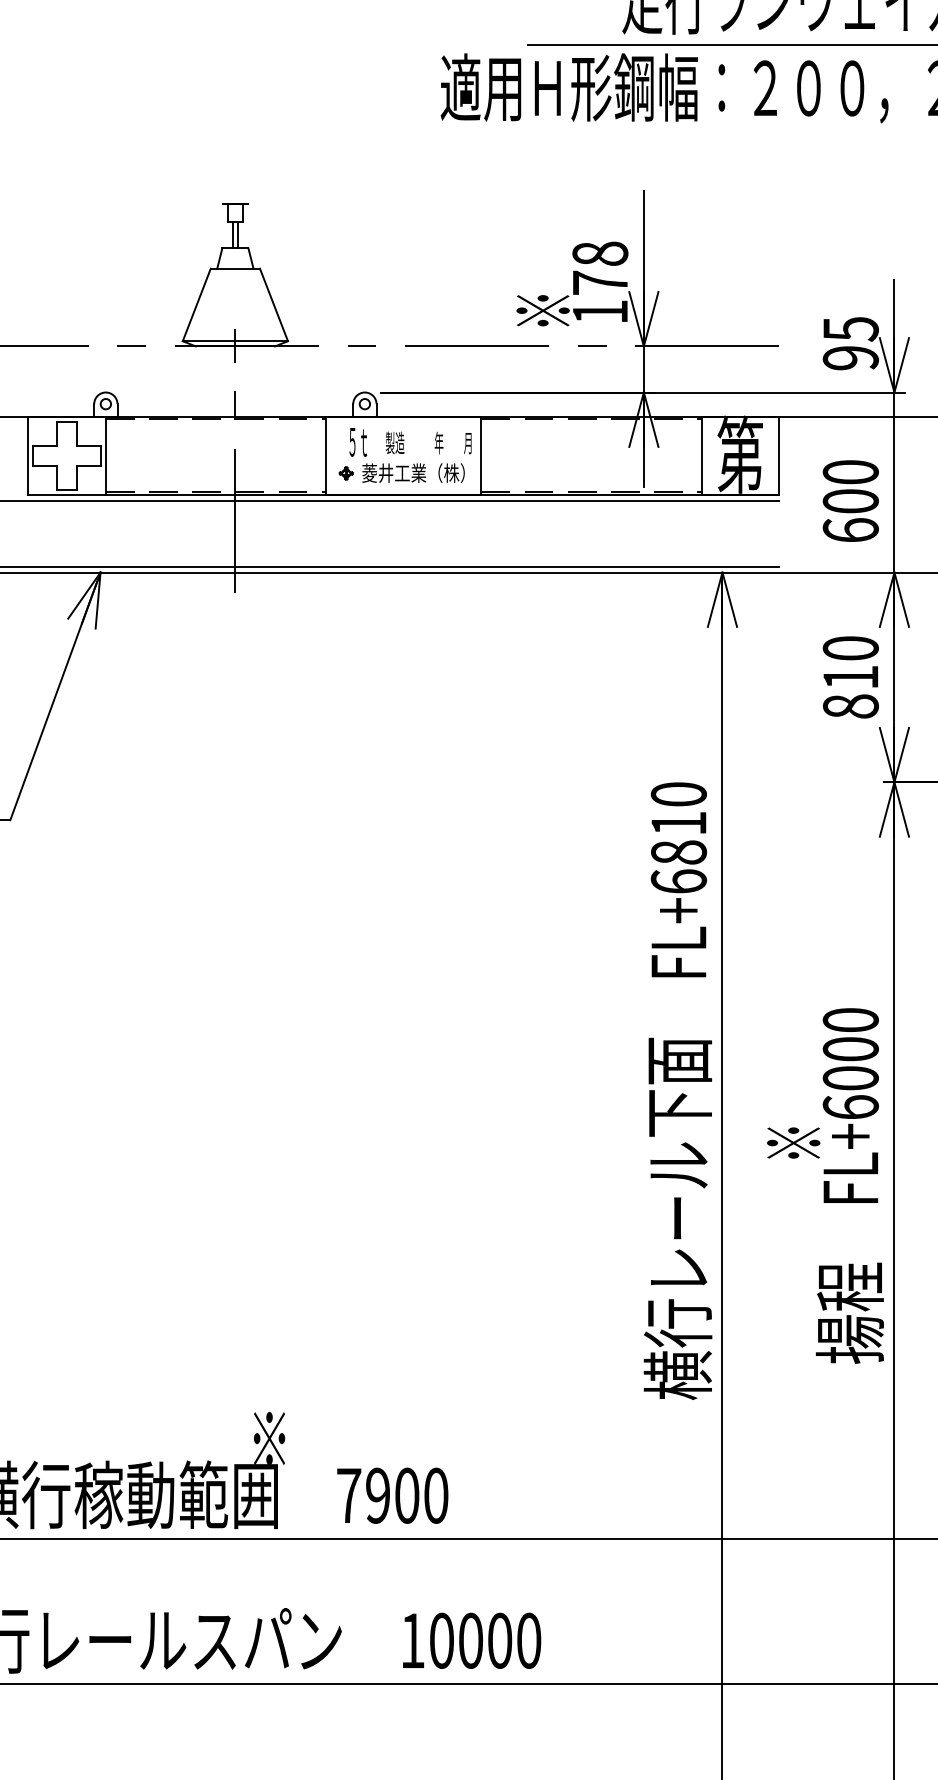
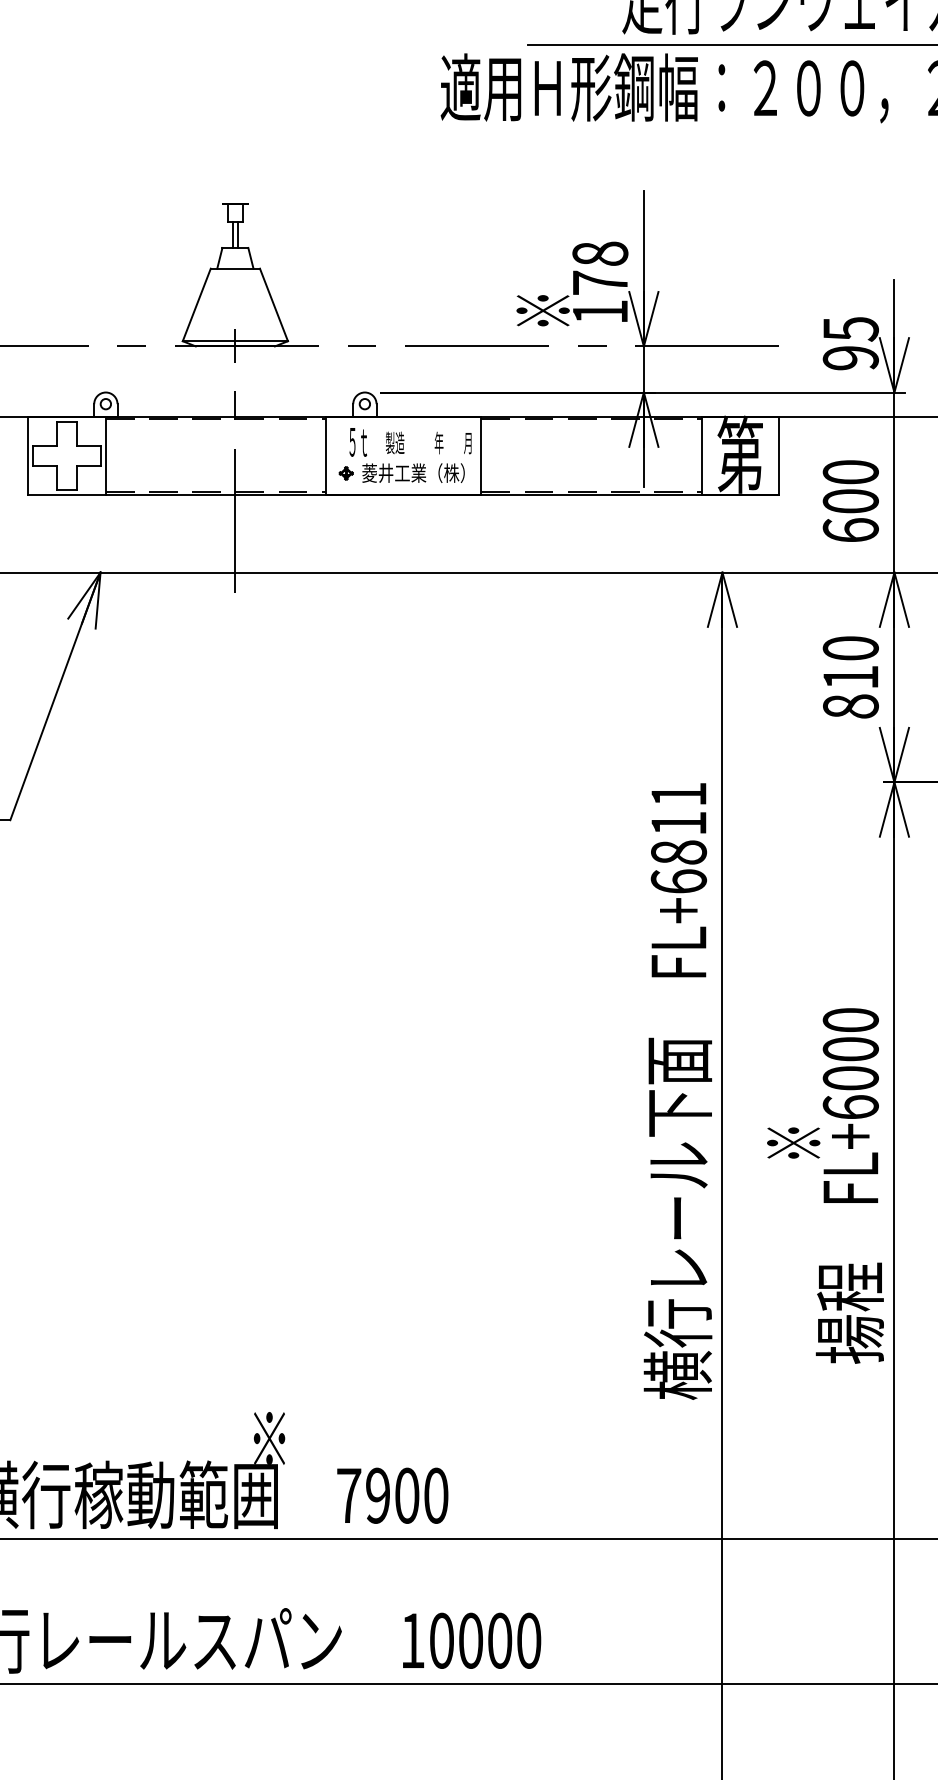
line at (390, 500): present -> none
line at (390, 566): present -> none
text at (678, 794): FL+6810 -> FL+6811
